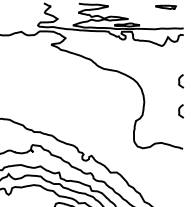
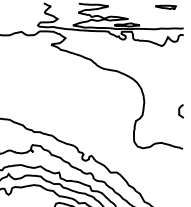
curve at (180, 81): present -> none
